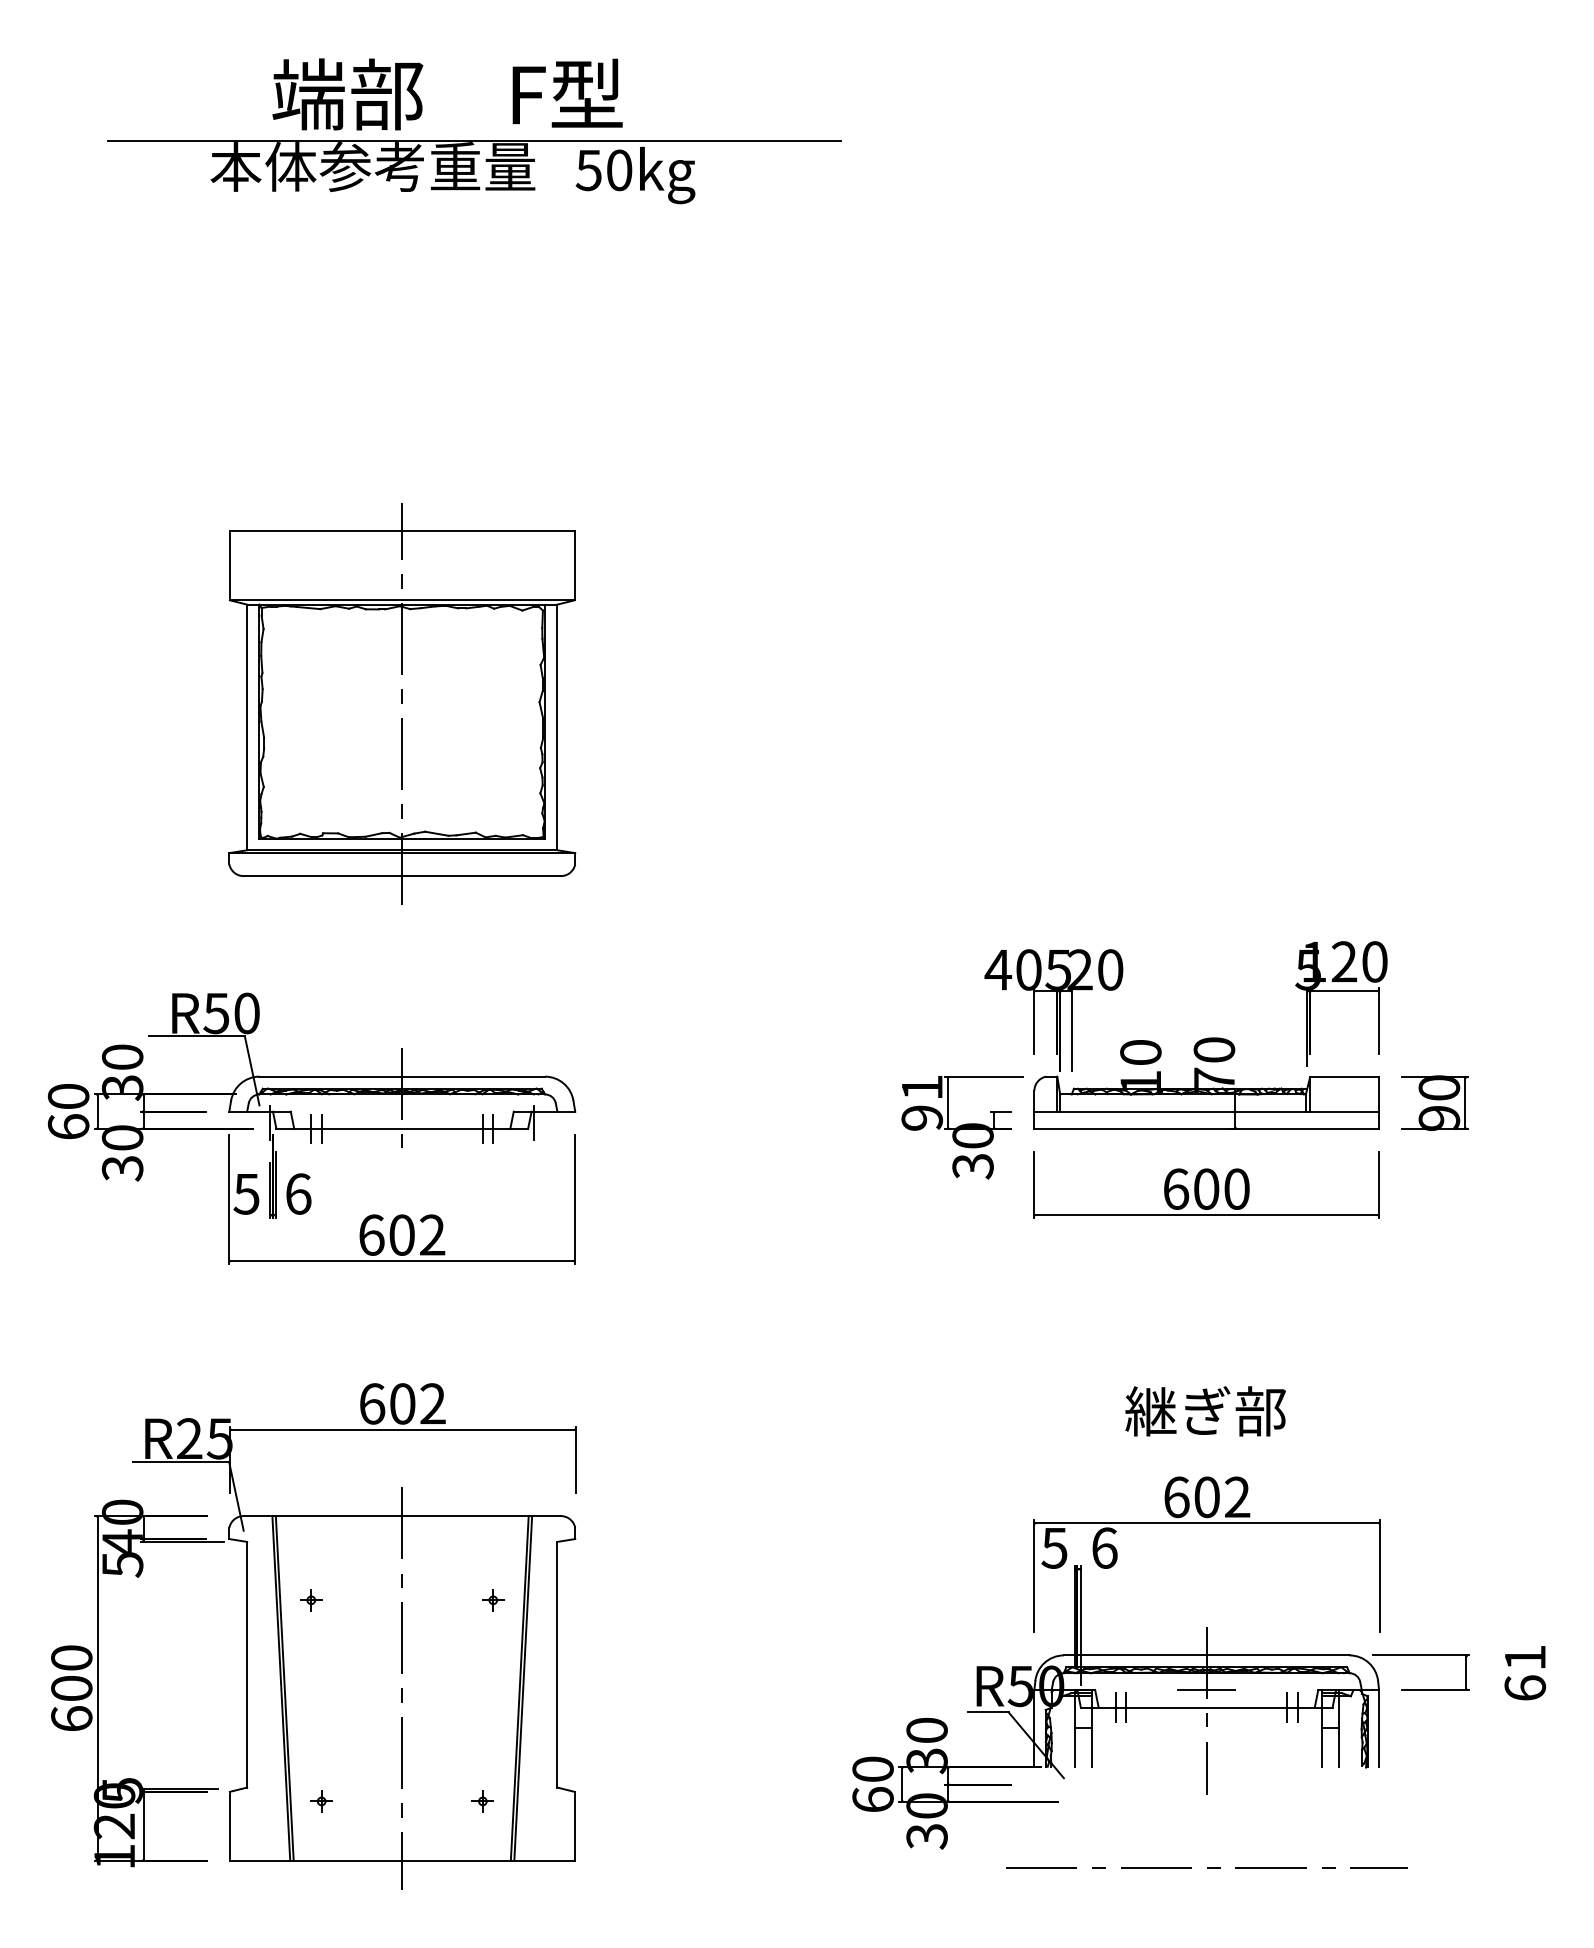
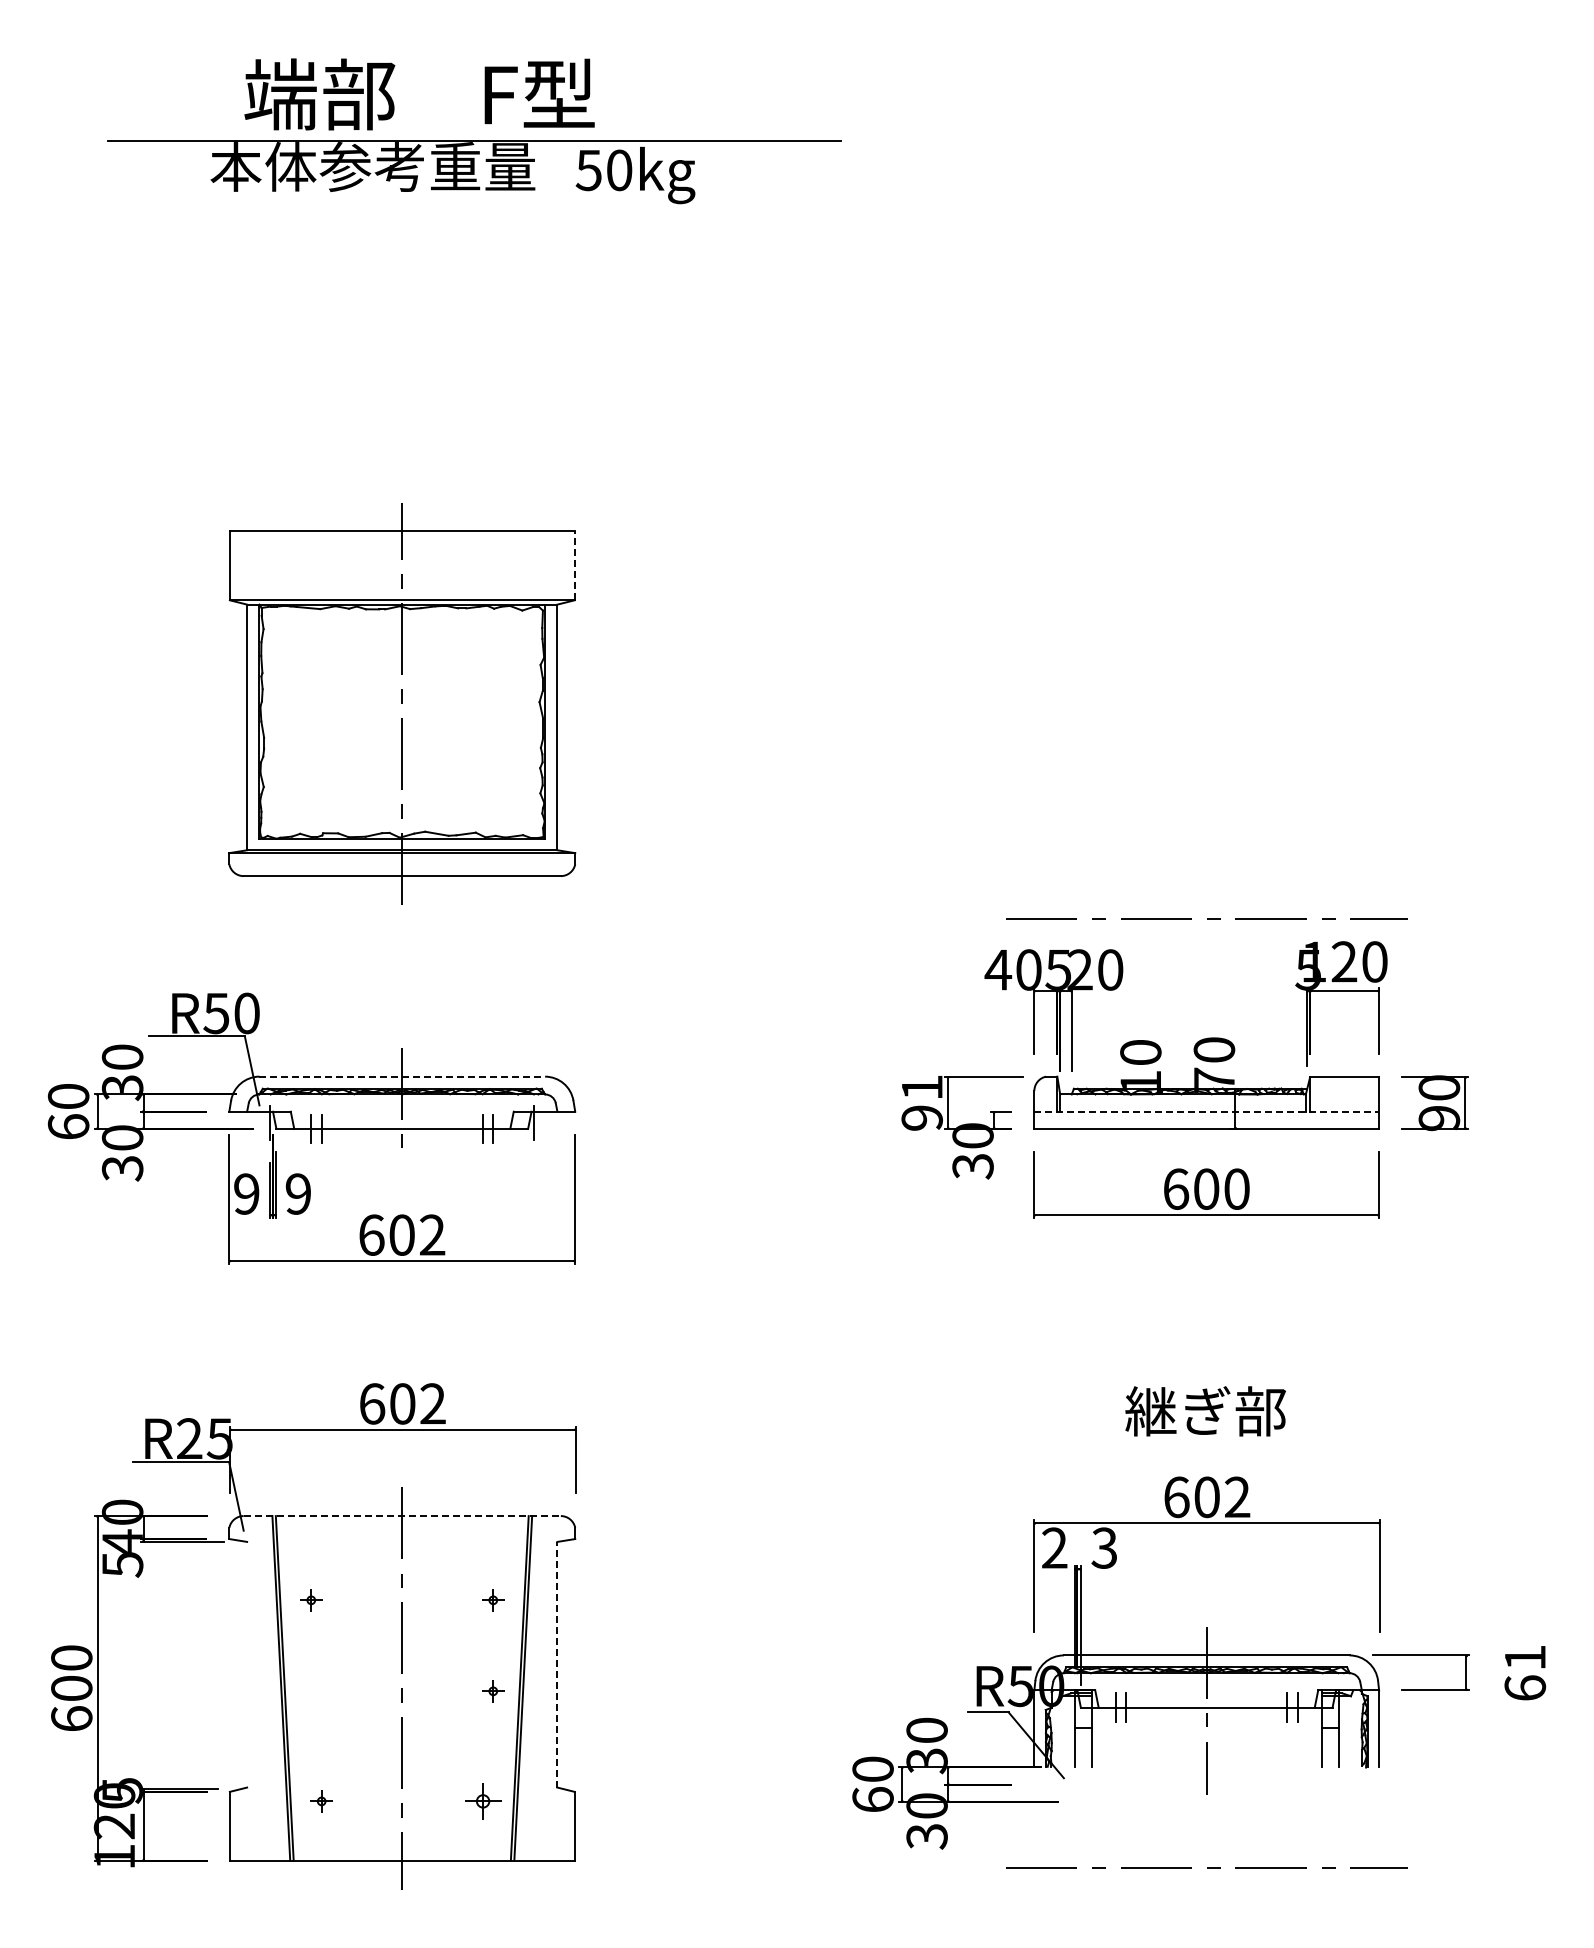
text at (447, 94) position: (447, 94) -> (419, 94)
line at (574, 565): solid -> dashed
line at (1207, 918): none -> present
line at (402, 1076): solid -> dashed
line at (1207, 1111): solid -> dashed
text at (246, 1193): 5 -> 9
text at (298, 1193): 6 -> 9
line at (402, 1516): solid -> dashed
text at (1054, 1547): 5 -> 2
text at (1104, 1547): 6 -> 3
line at (247, 1664): present -> none
line at (557, 1664): solid -> dashed
line at (1206, 1690): present -> none
part at (493, 1691): none -> present
part at (482, 1801) size: 23x23 px -> 37x37 px
